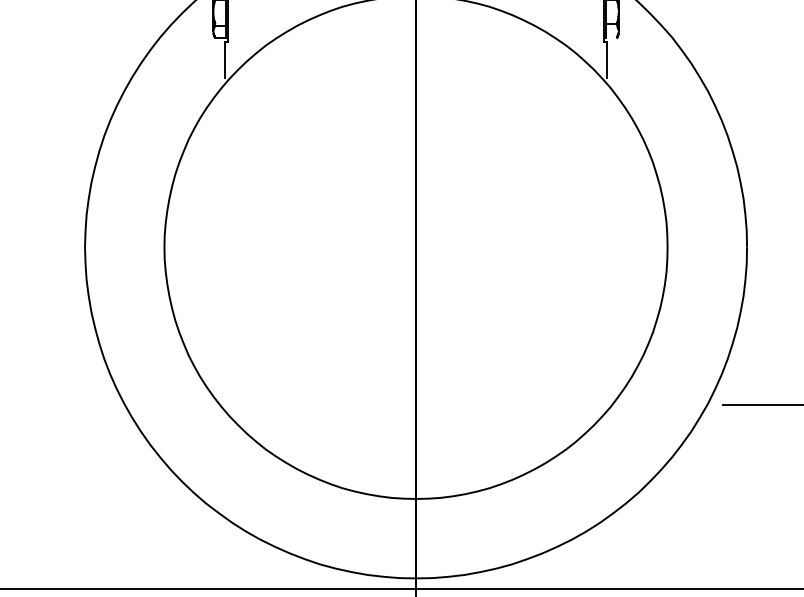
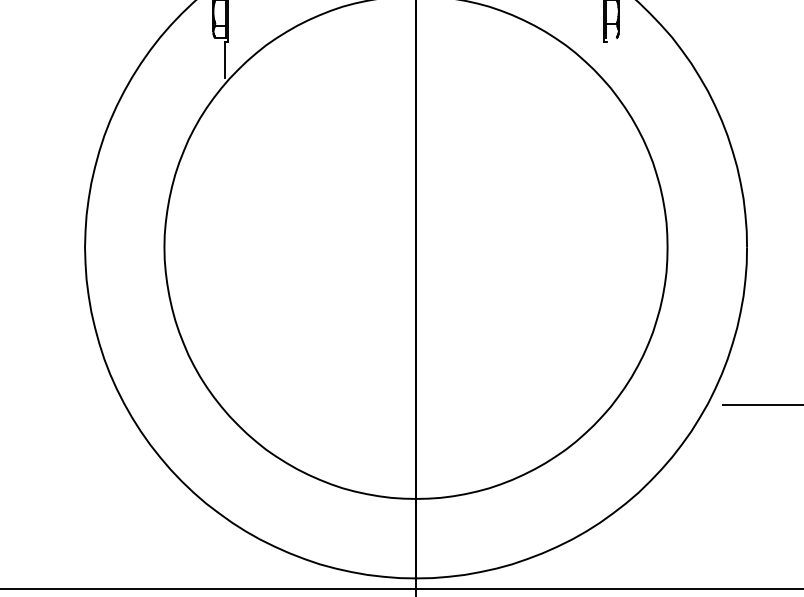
line at (606, 60): present -> none
